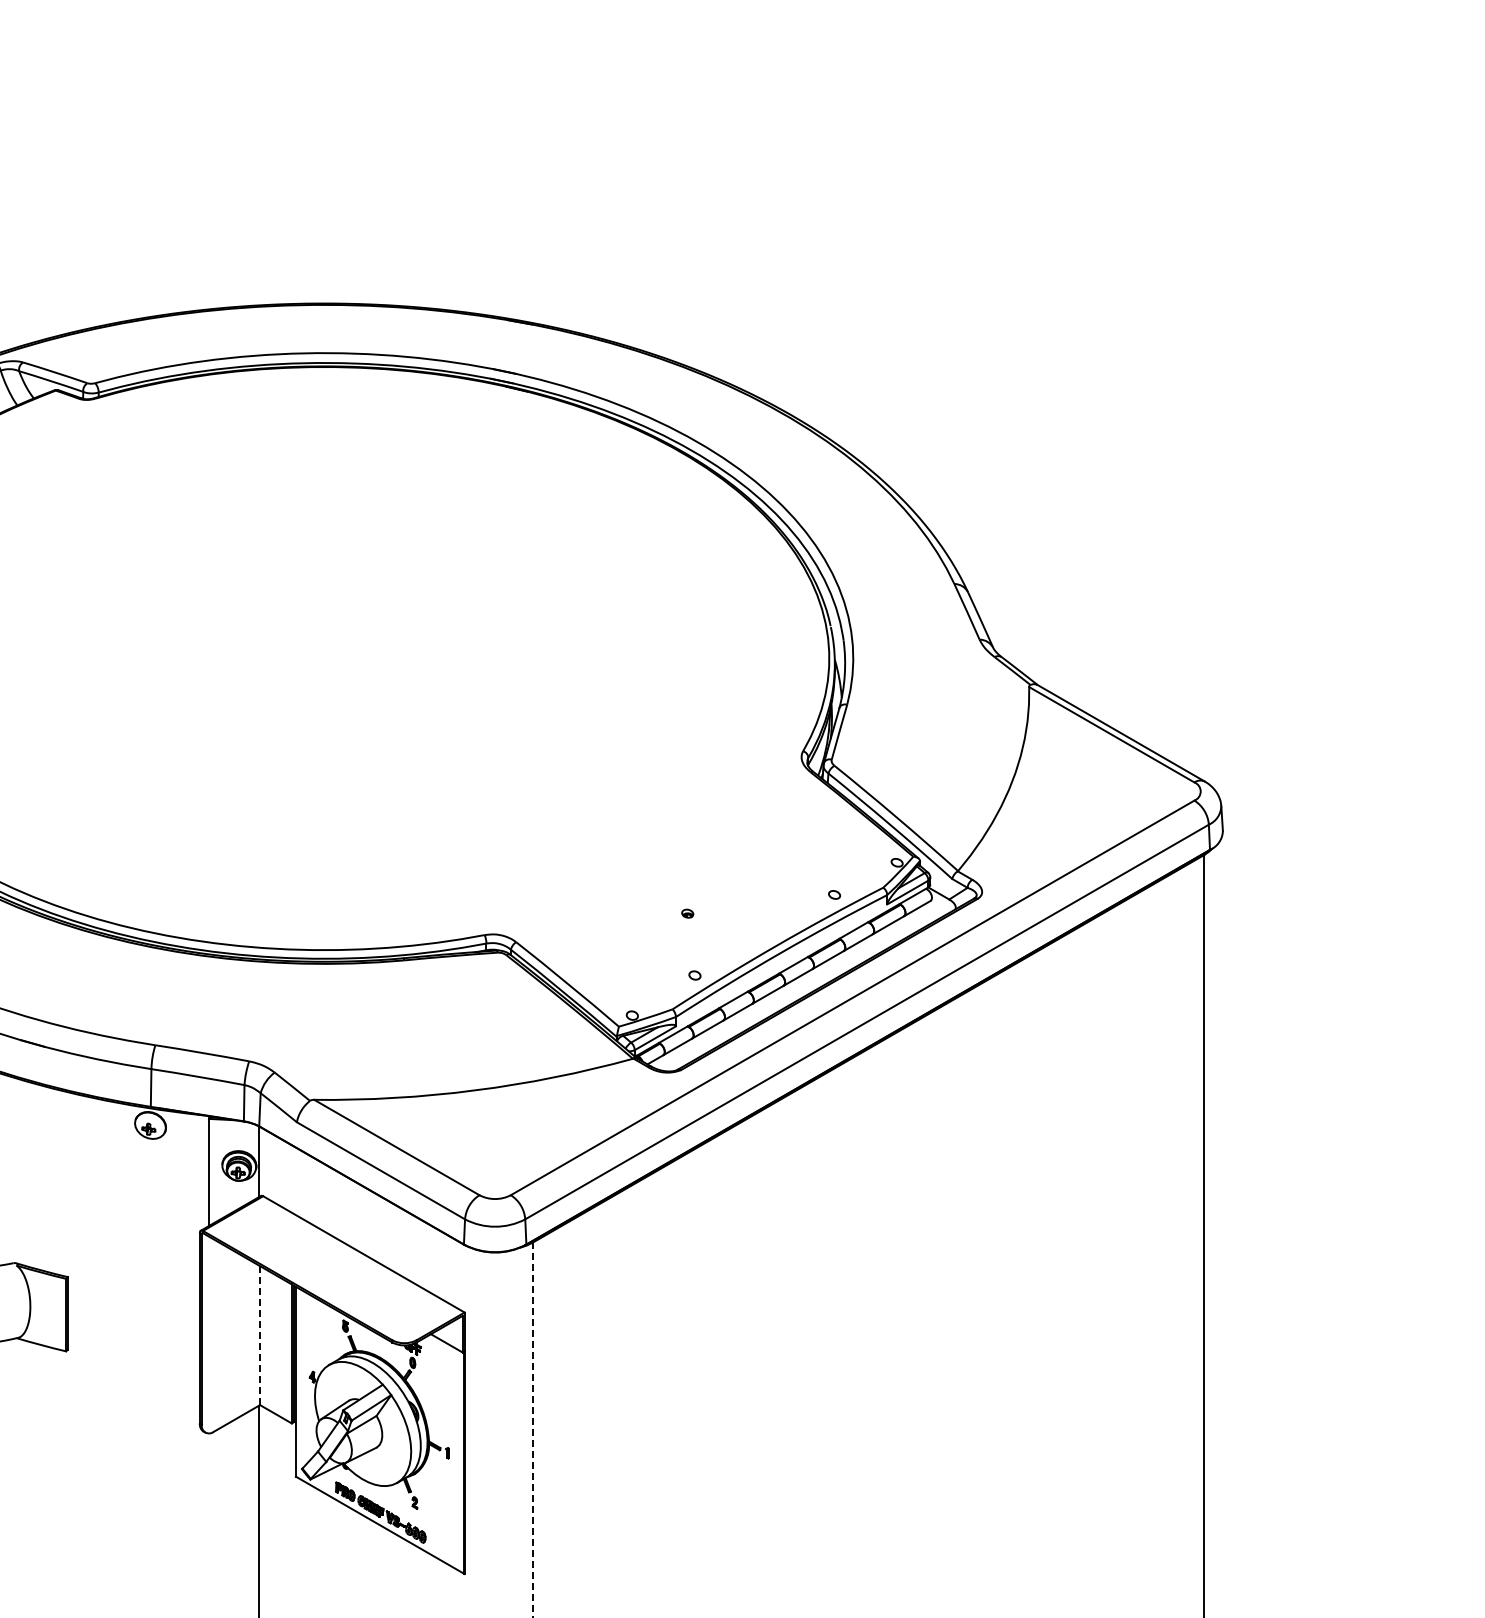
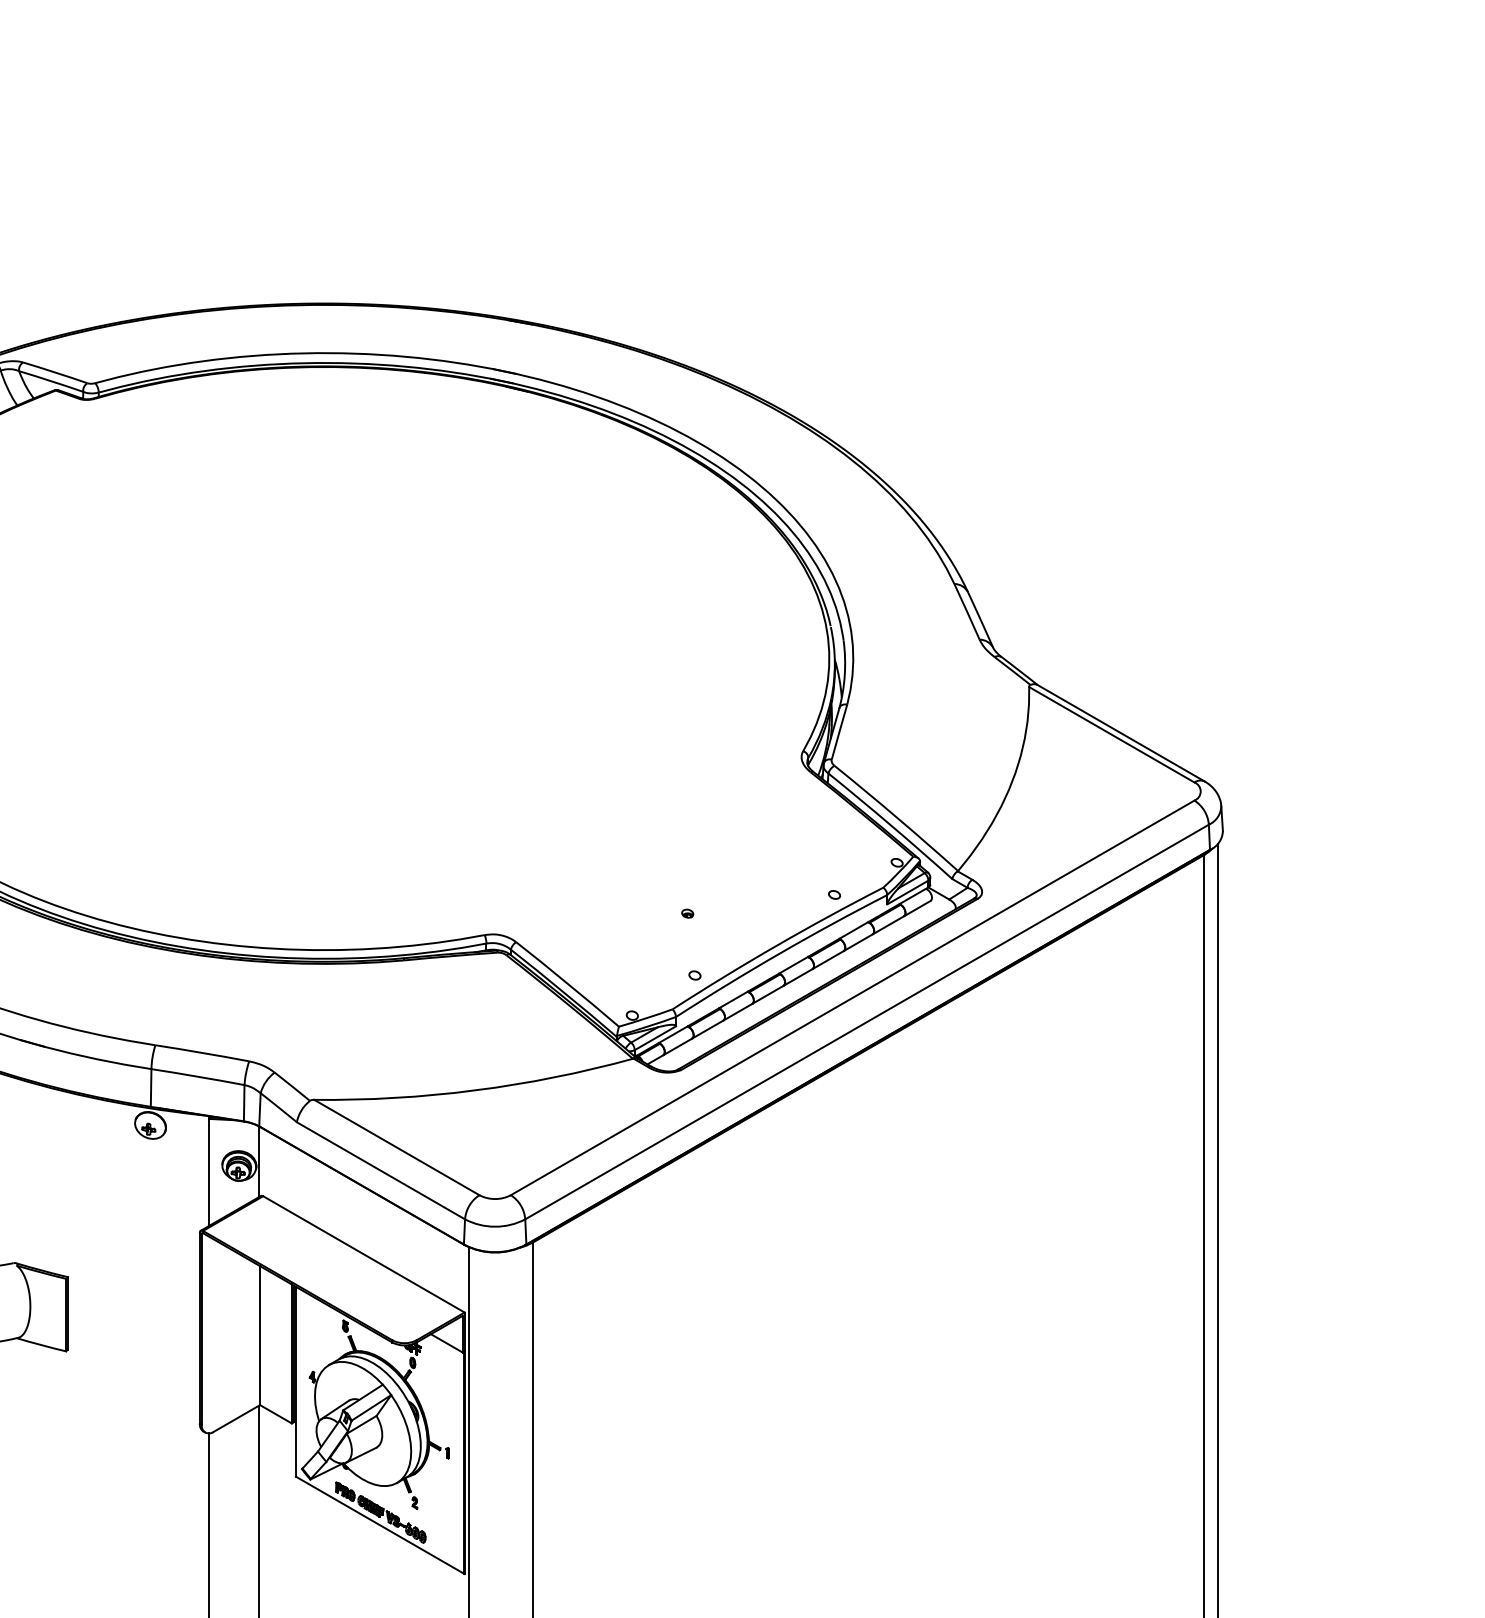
line at (1217, 1229): none -> present
line at (260, 1336): dashed -> solid
line at (532, 1429): dashed -> solid
line at (468, 1430): none -> present
line at (208, 1523): none -> present
